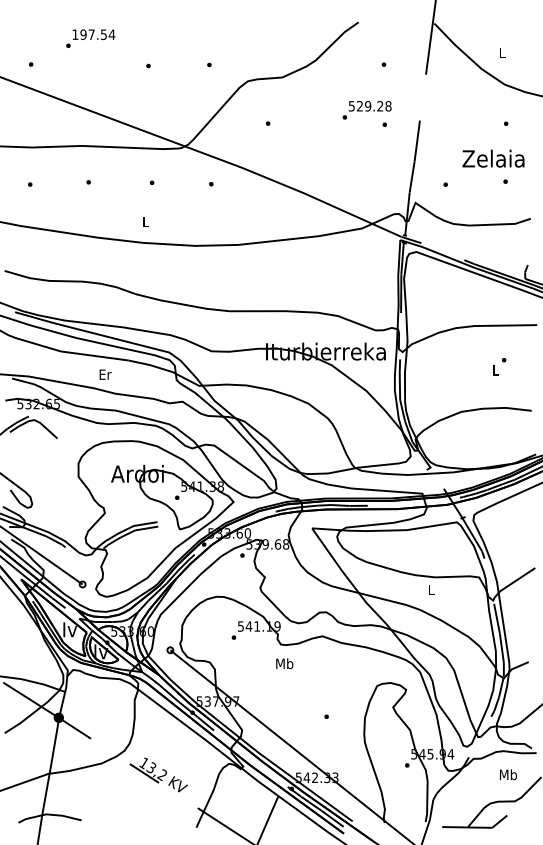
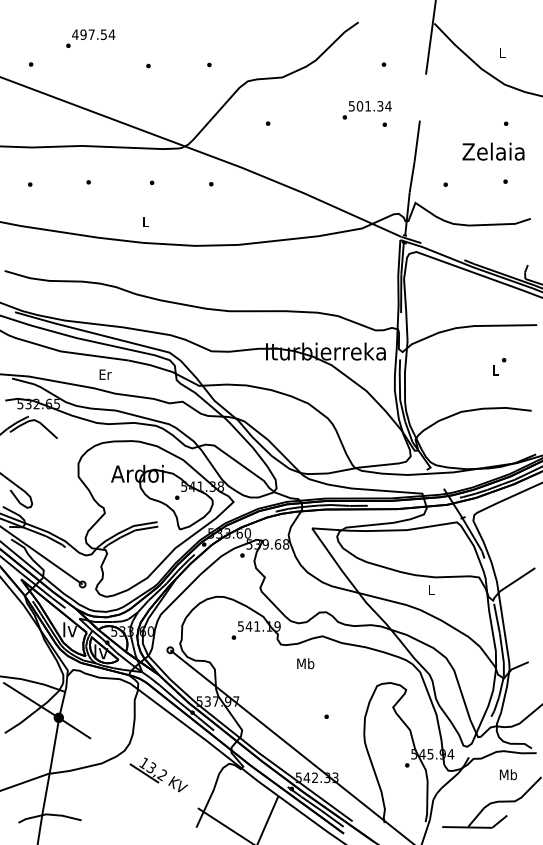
text at (75, 34): 197.54 -> 497.54
text at (373, 106): 529.28 -> 501.34
text at (493, 158) position: (493, 158) -> (493, 151)
text at (284, 663) position: (284, 663) -> (305, 663)
